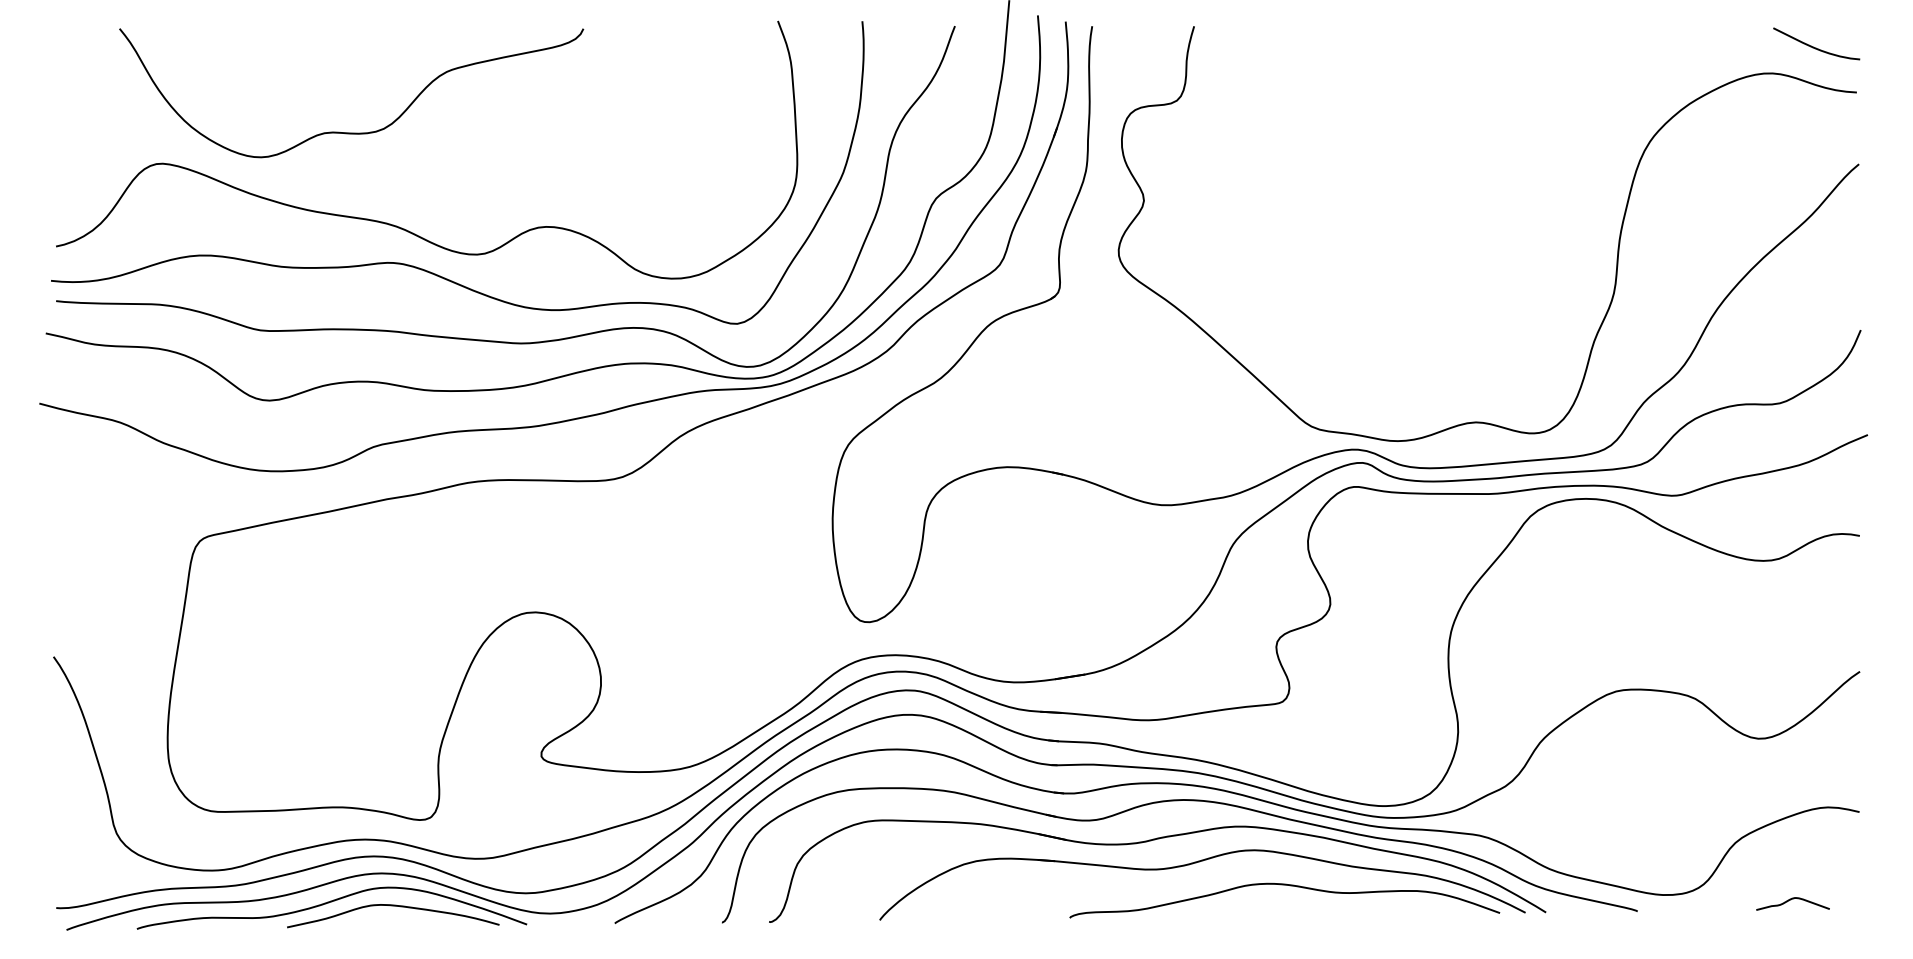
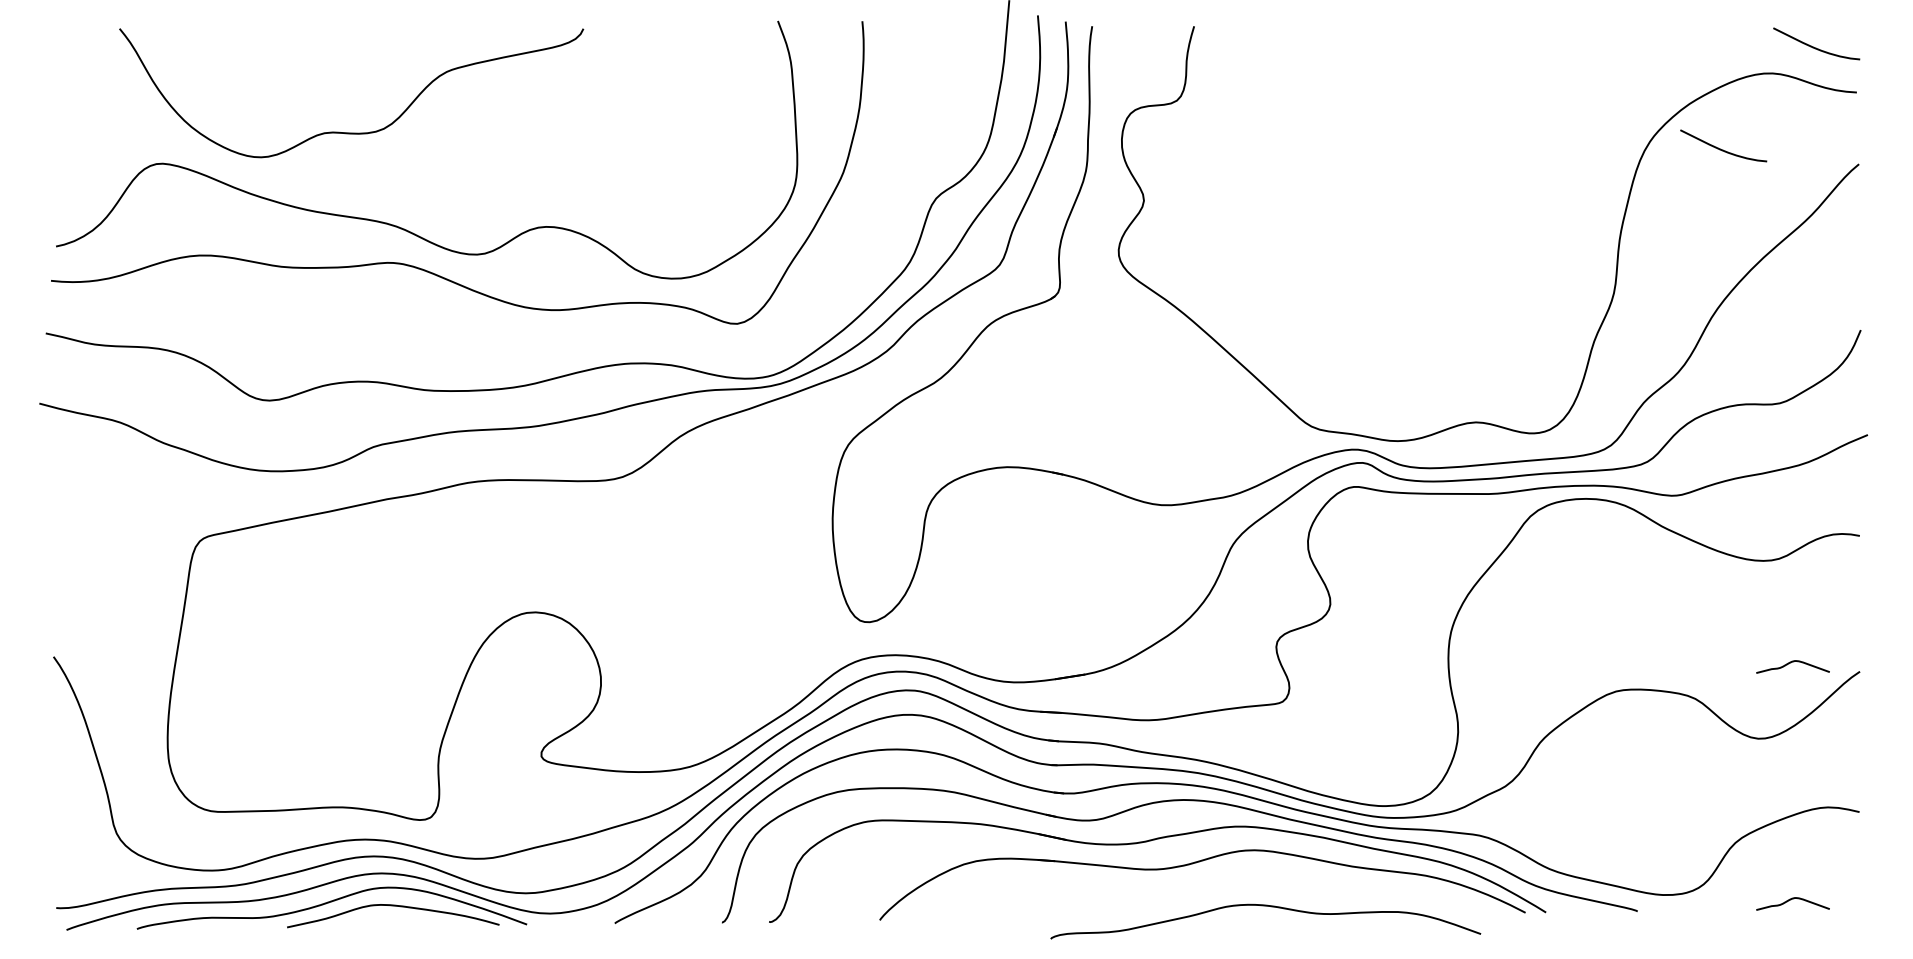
curve at (1723, 149): none -> present
curve at (496, 340): present -> none
curve at (1790, 663): none -> present
curve at (1284, 885) position: (1284, 885) -> (1265, 906)
